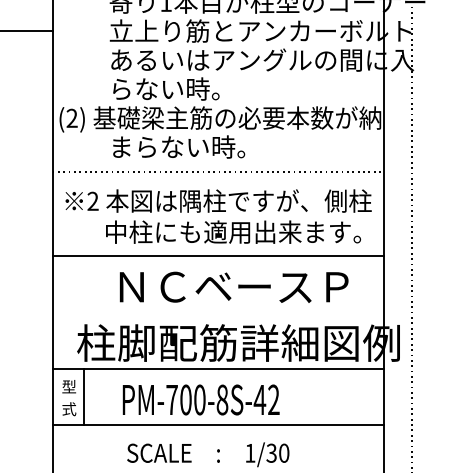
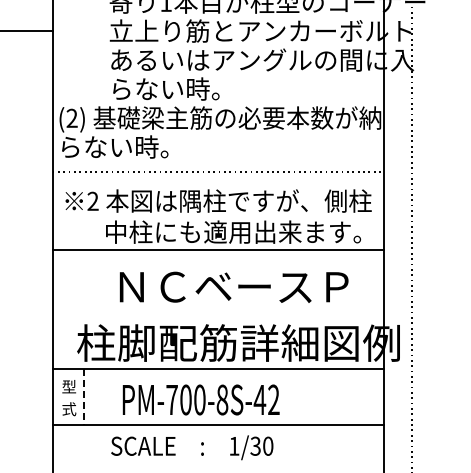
text at (153, 146): まらない時。 -> らない時。
line at (218, 256) position: (218, 256) -> (218, 250)
line at (83, 397): solid -> dashed
text at (208, 454) position: (208, 454) -> (192, 447)
